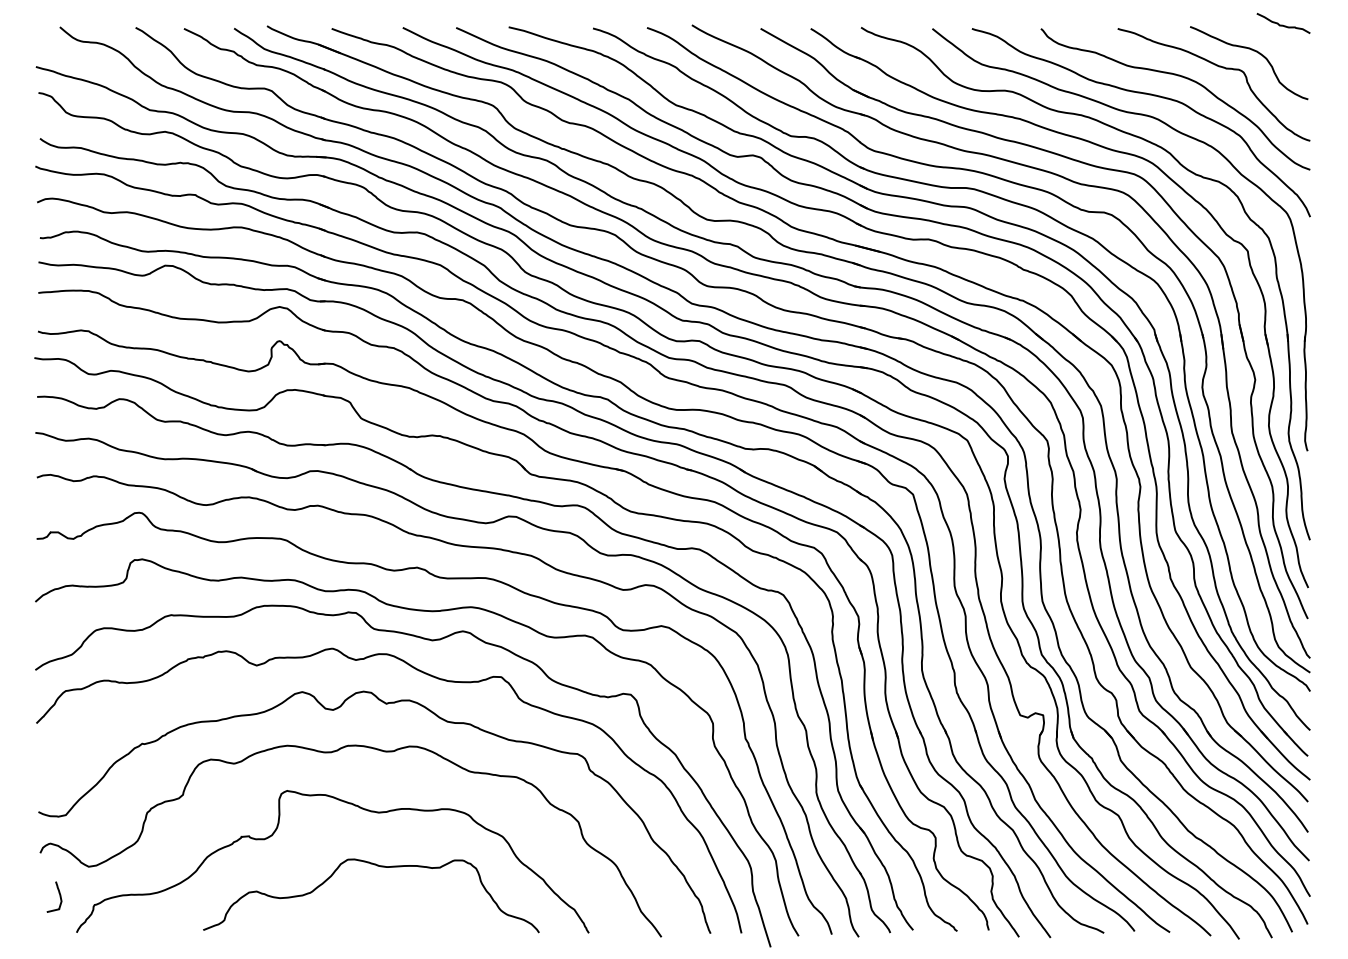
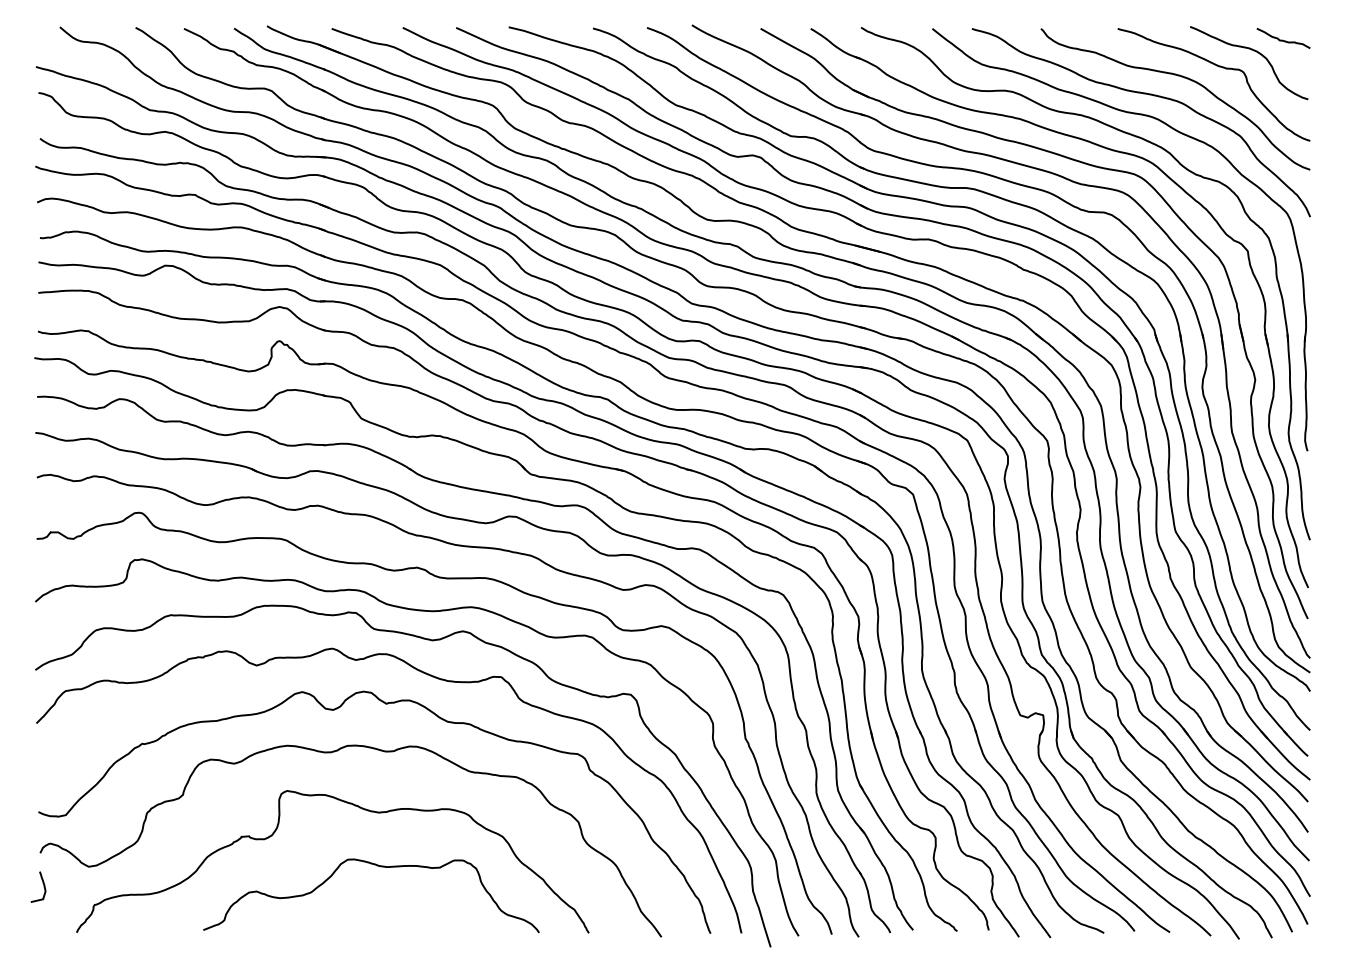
curve at (1282, 24) position: (1282, 24) -> (1282, 39)
curve at (58, 893) position: (58, 893) -> (42, 883)
